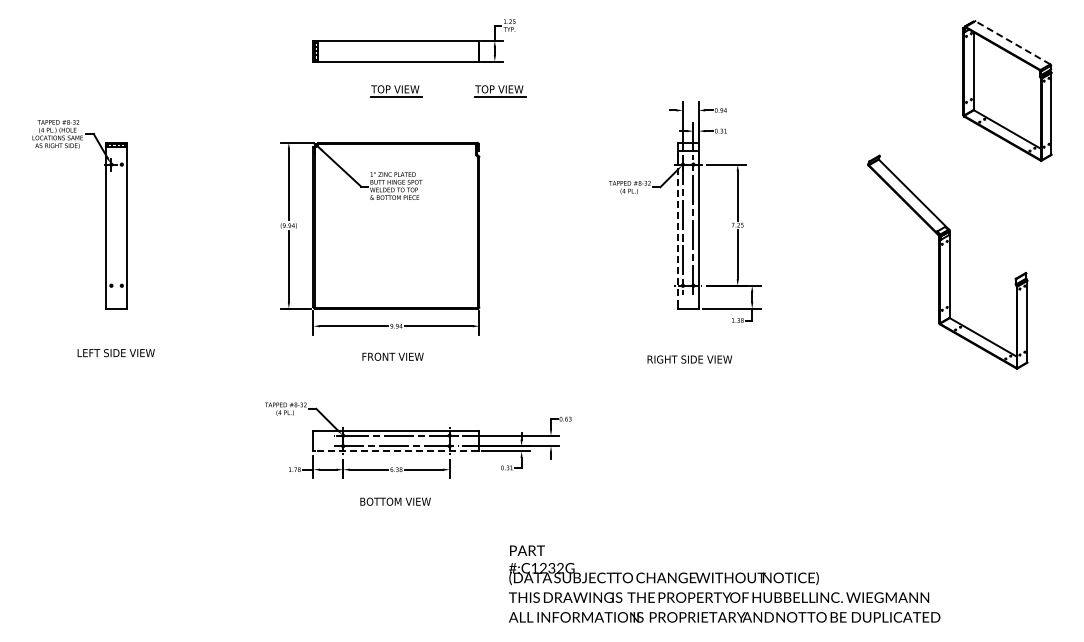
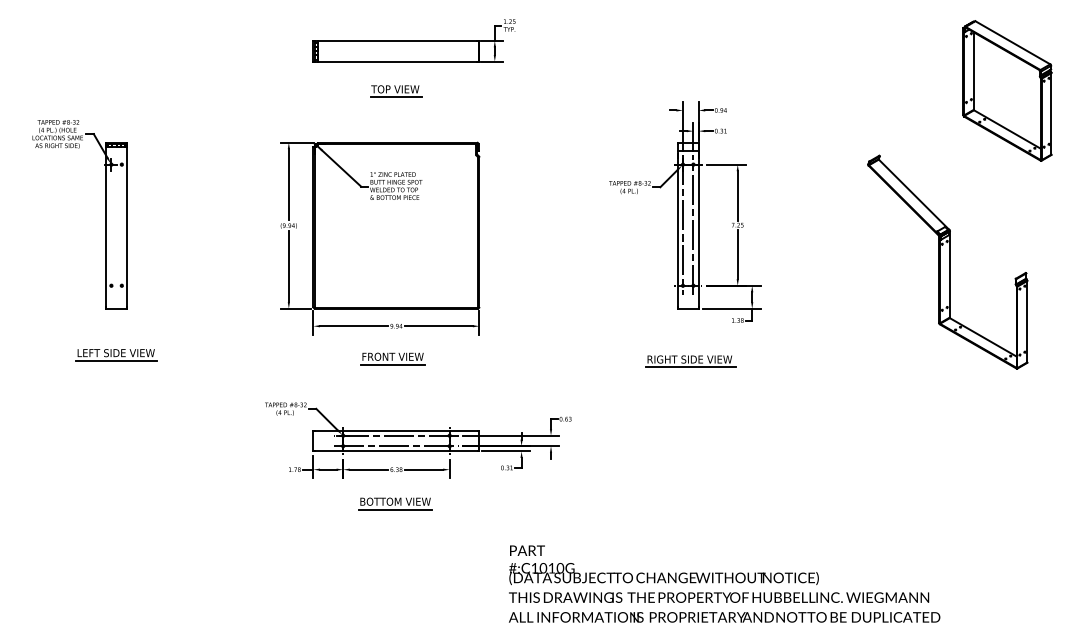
line at (1012, 42): dashed -> solid
part at (500, 91): present -> none
line at (677, 232): dashed -> solid
line at (116, 361): none -> present
line at (392, 364): none -> present
line at (690, 367): none -> present
line at (395, 451): dashed -> solid
line at (395, 509): none -> present
text at (551, 568): #:C1232G -> #:C1010G
